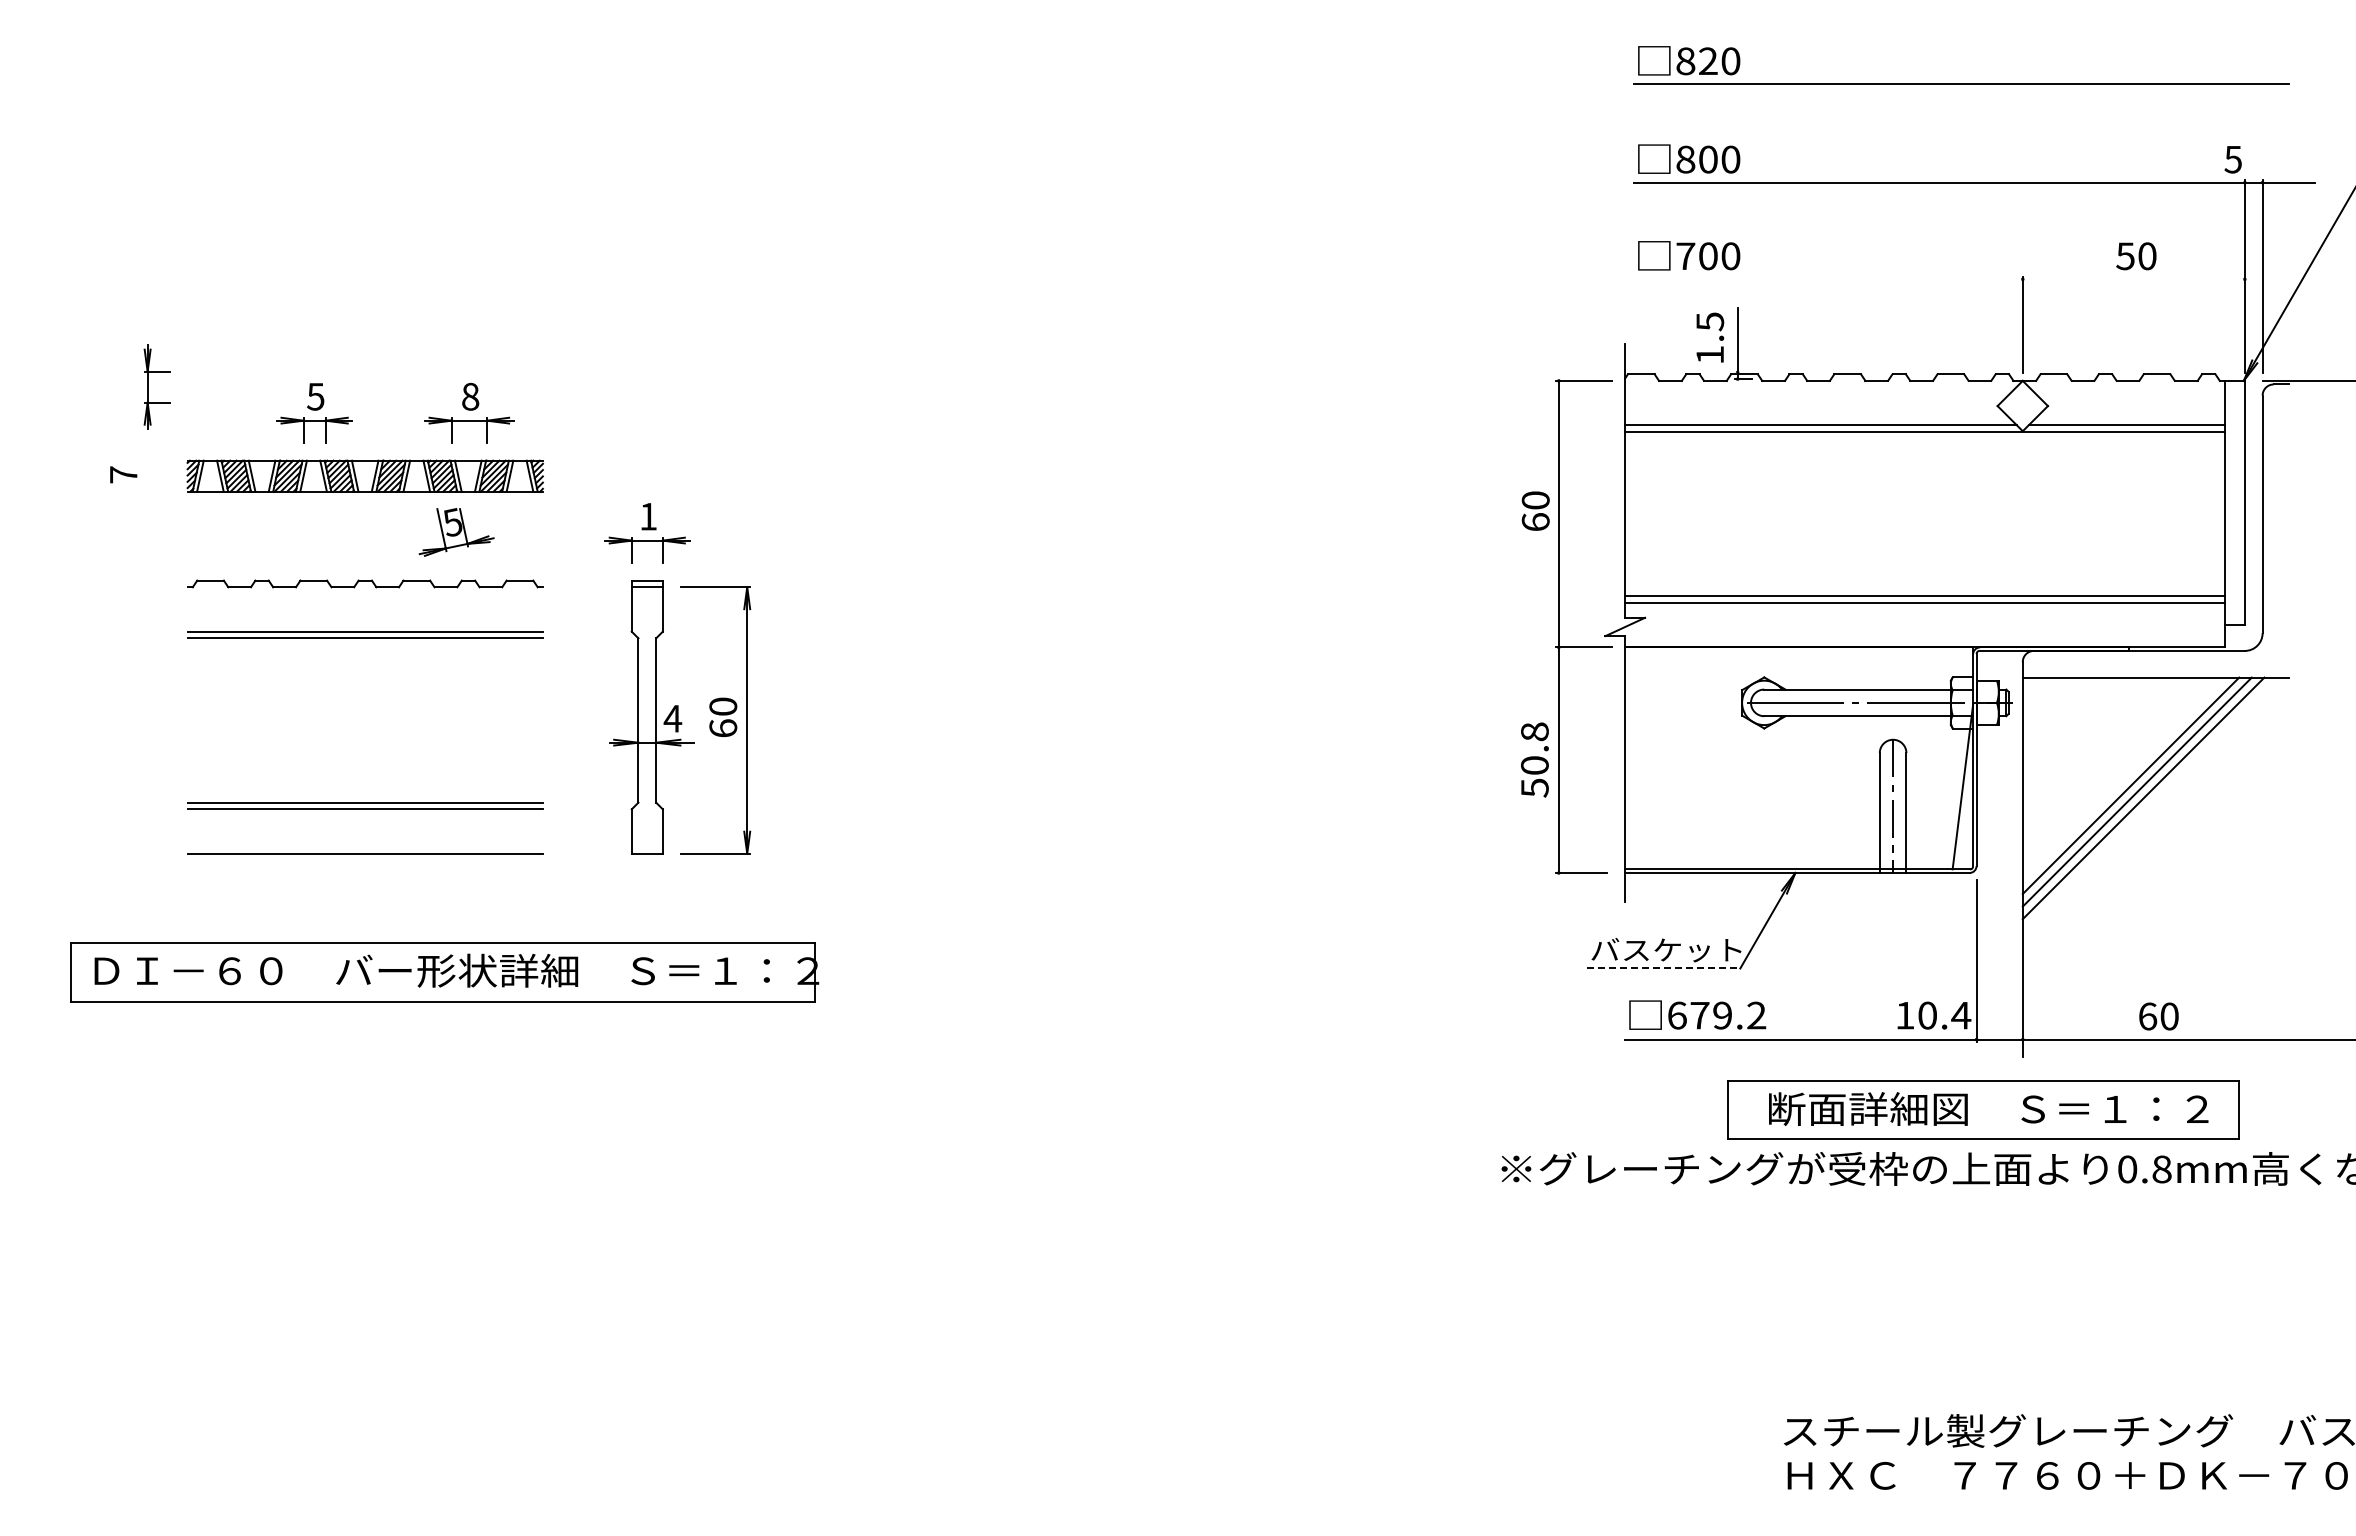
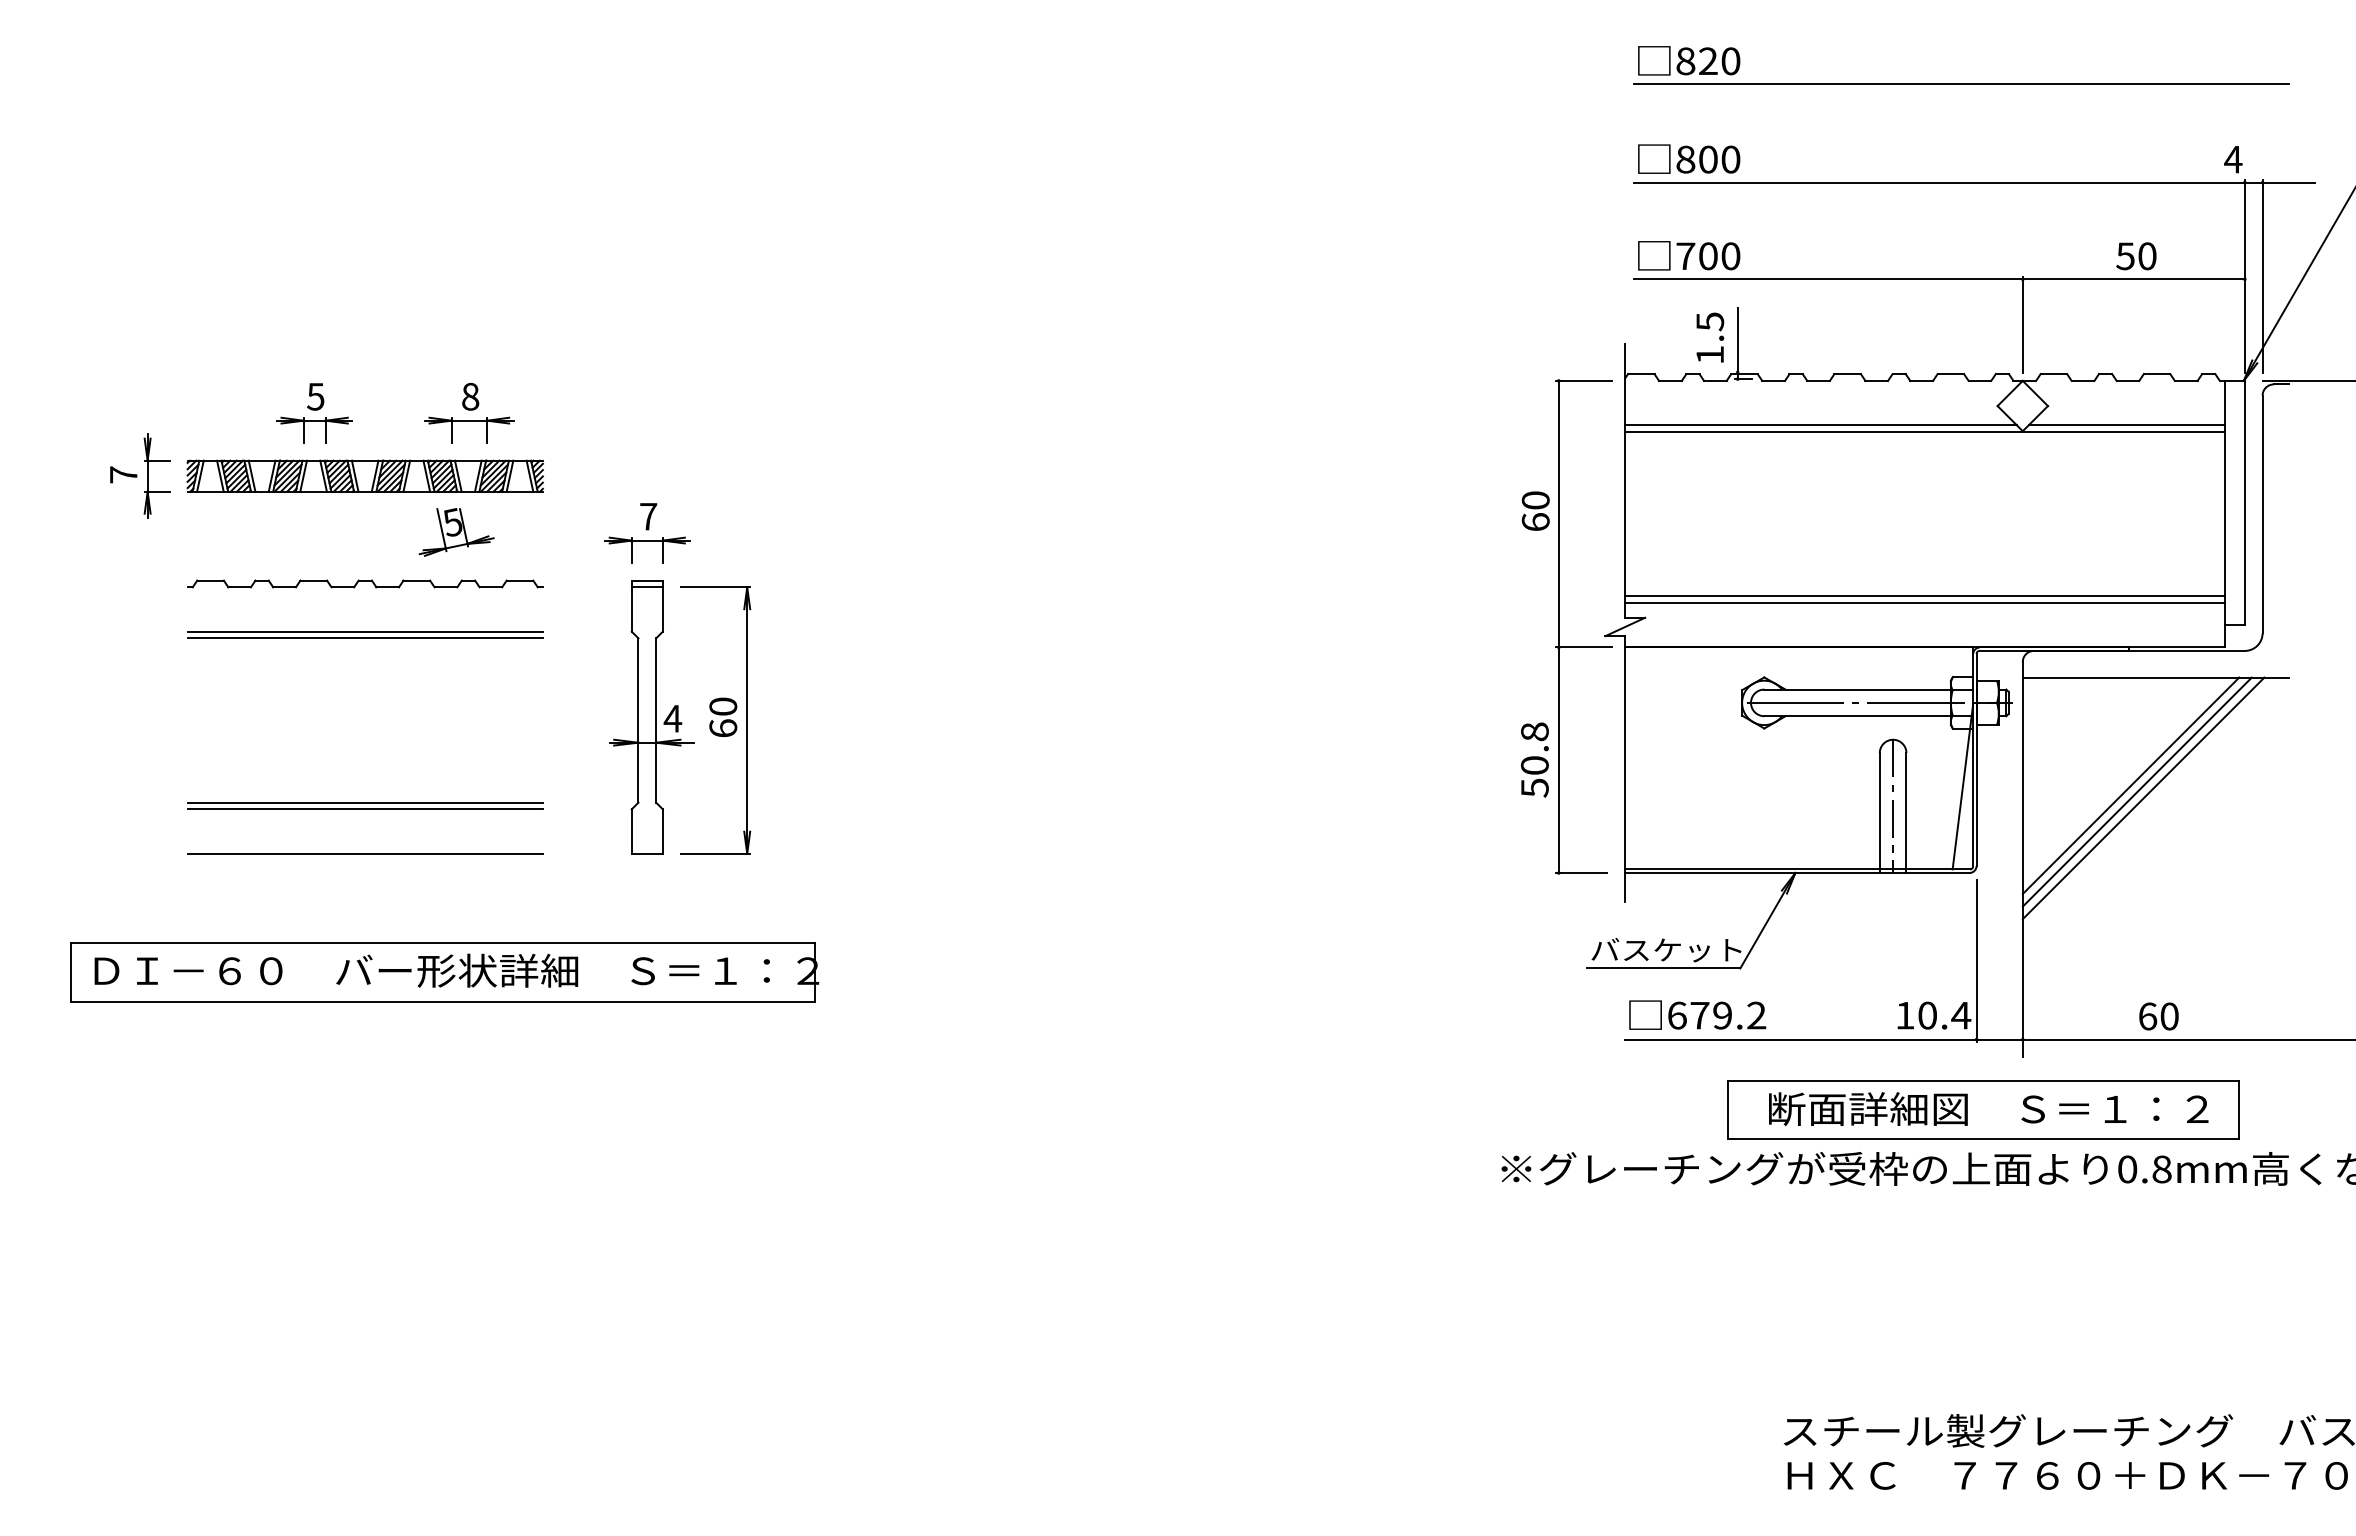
text at (2233, 159): 5 -> 4
line at (1939, 279): none -> present
part at (148, 386) position: (148, 386) -> (148, 475)
text at (648, 516): 1 -> 7
line at (1663, 968): dashed -> solid
